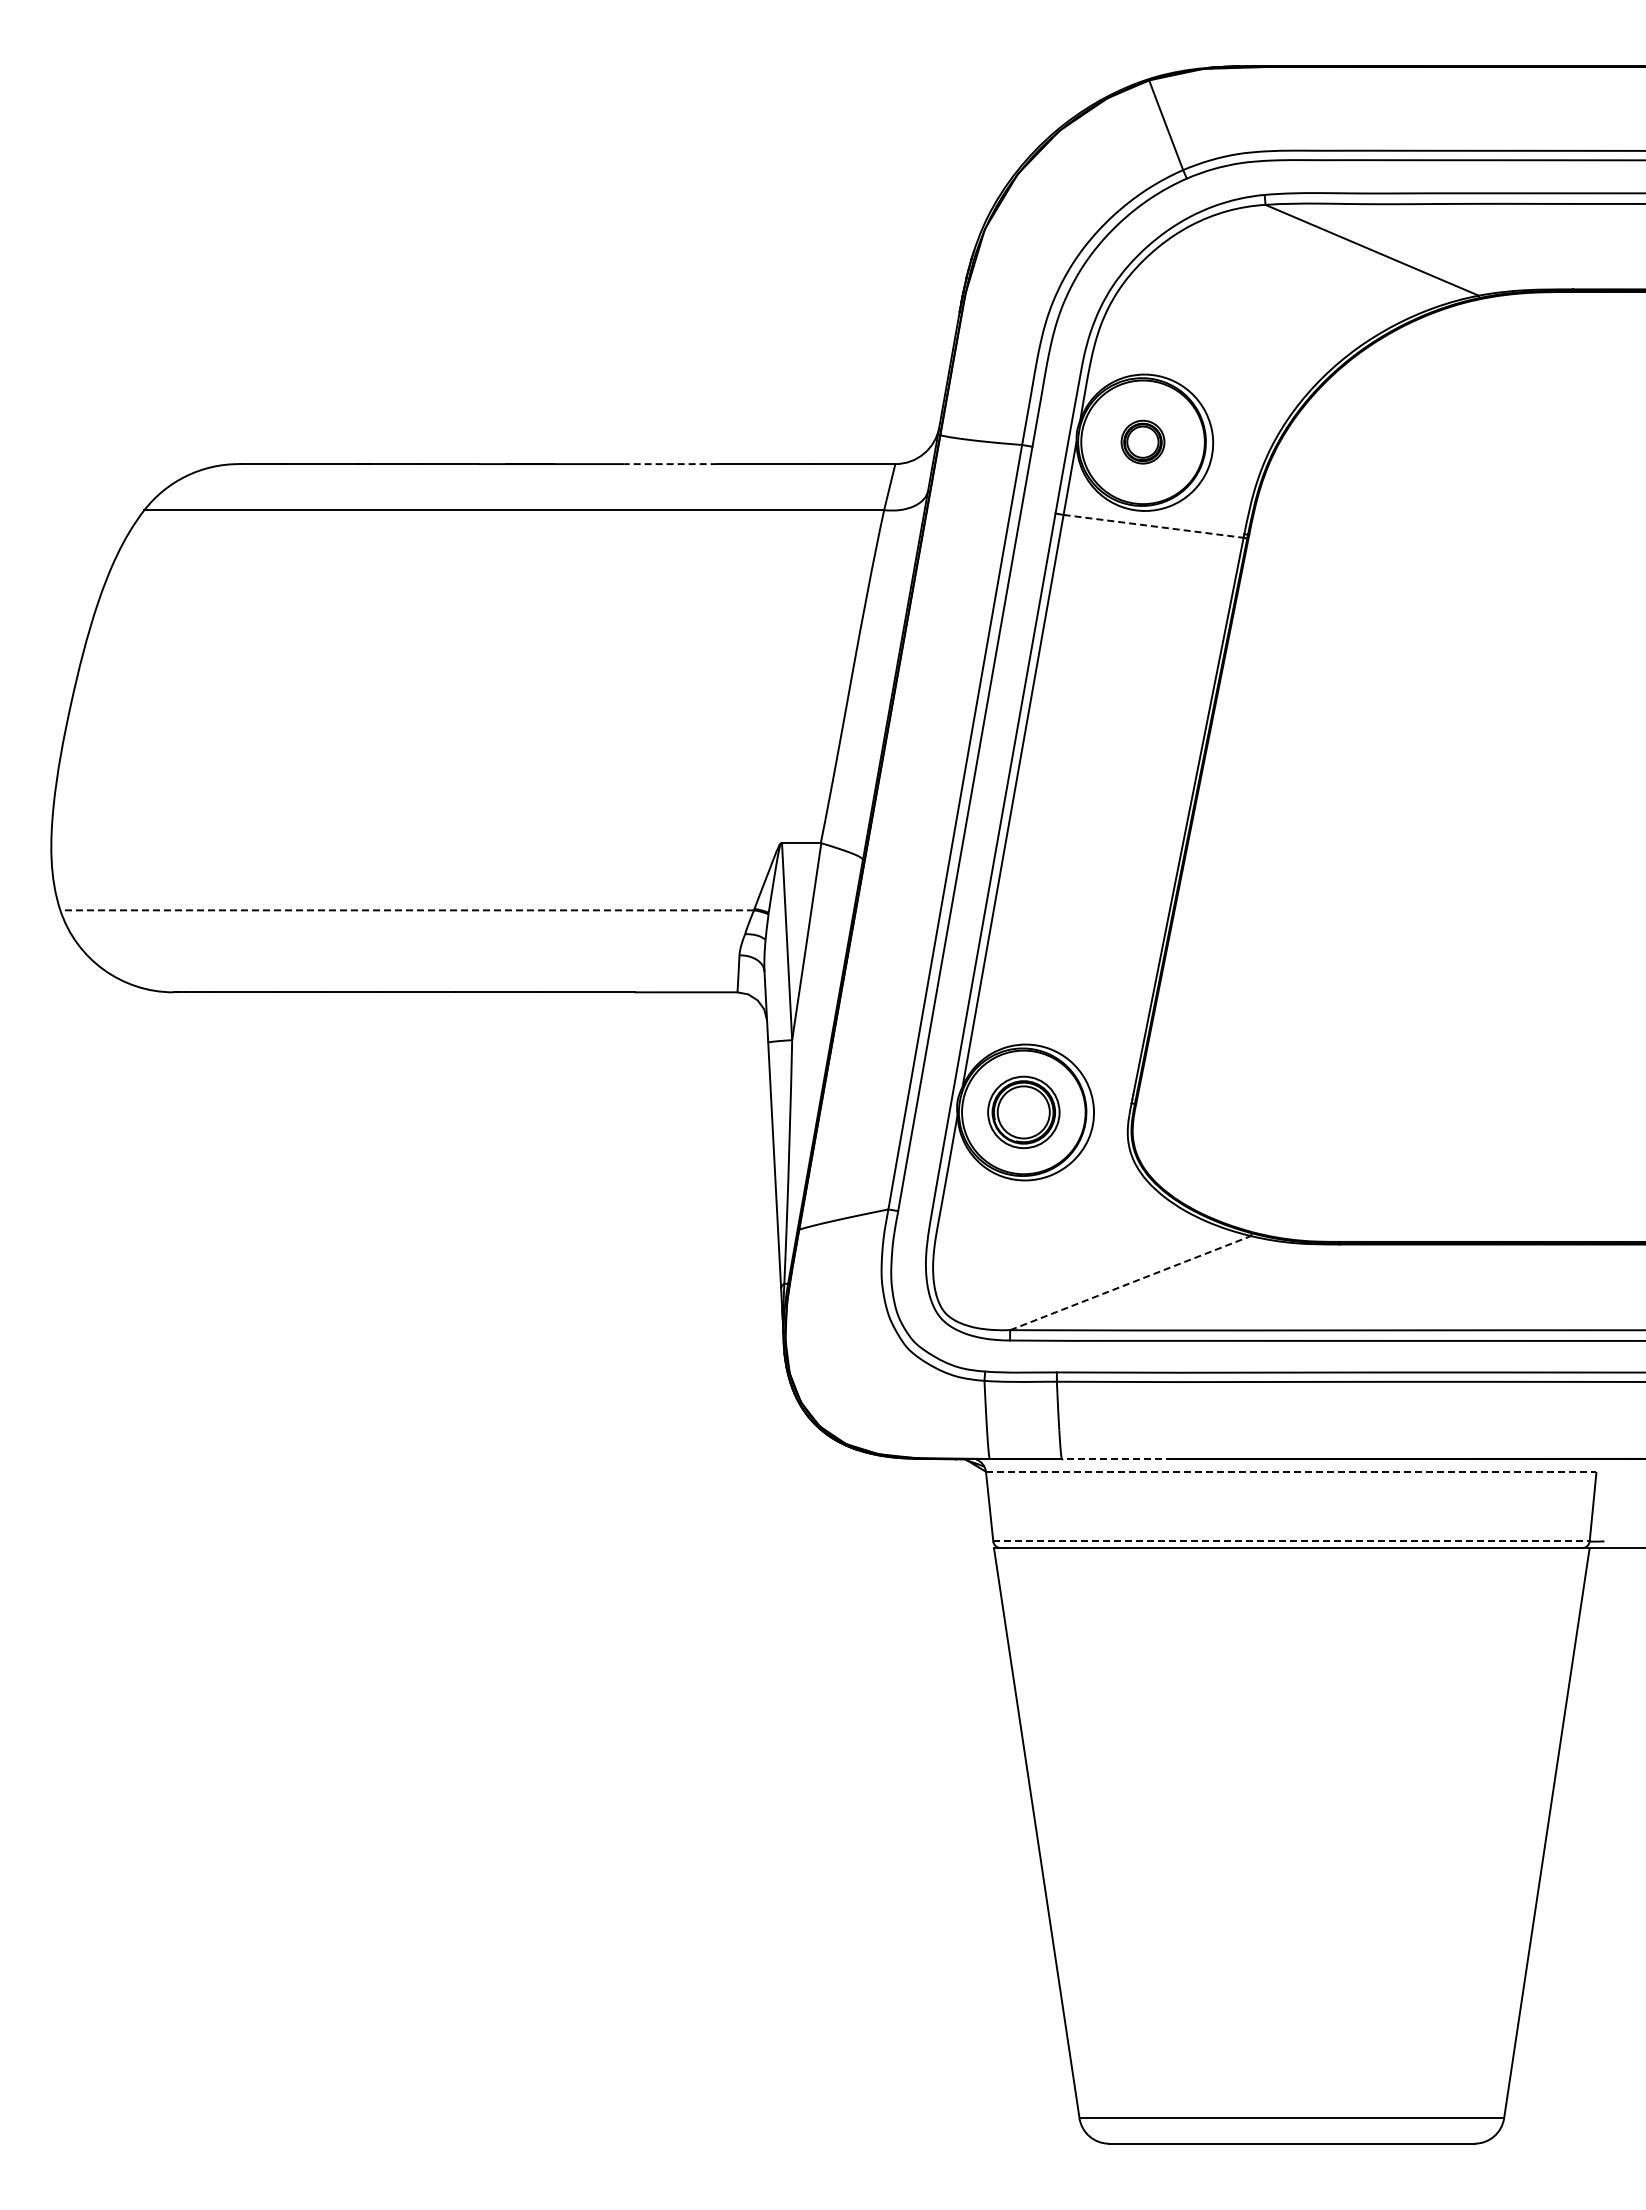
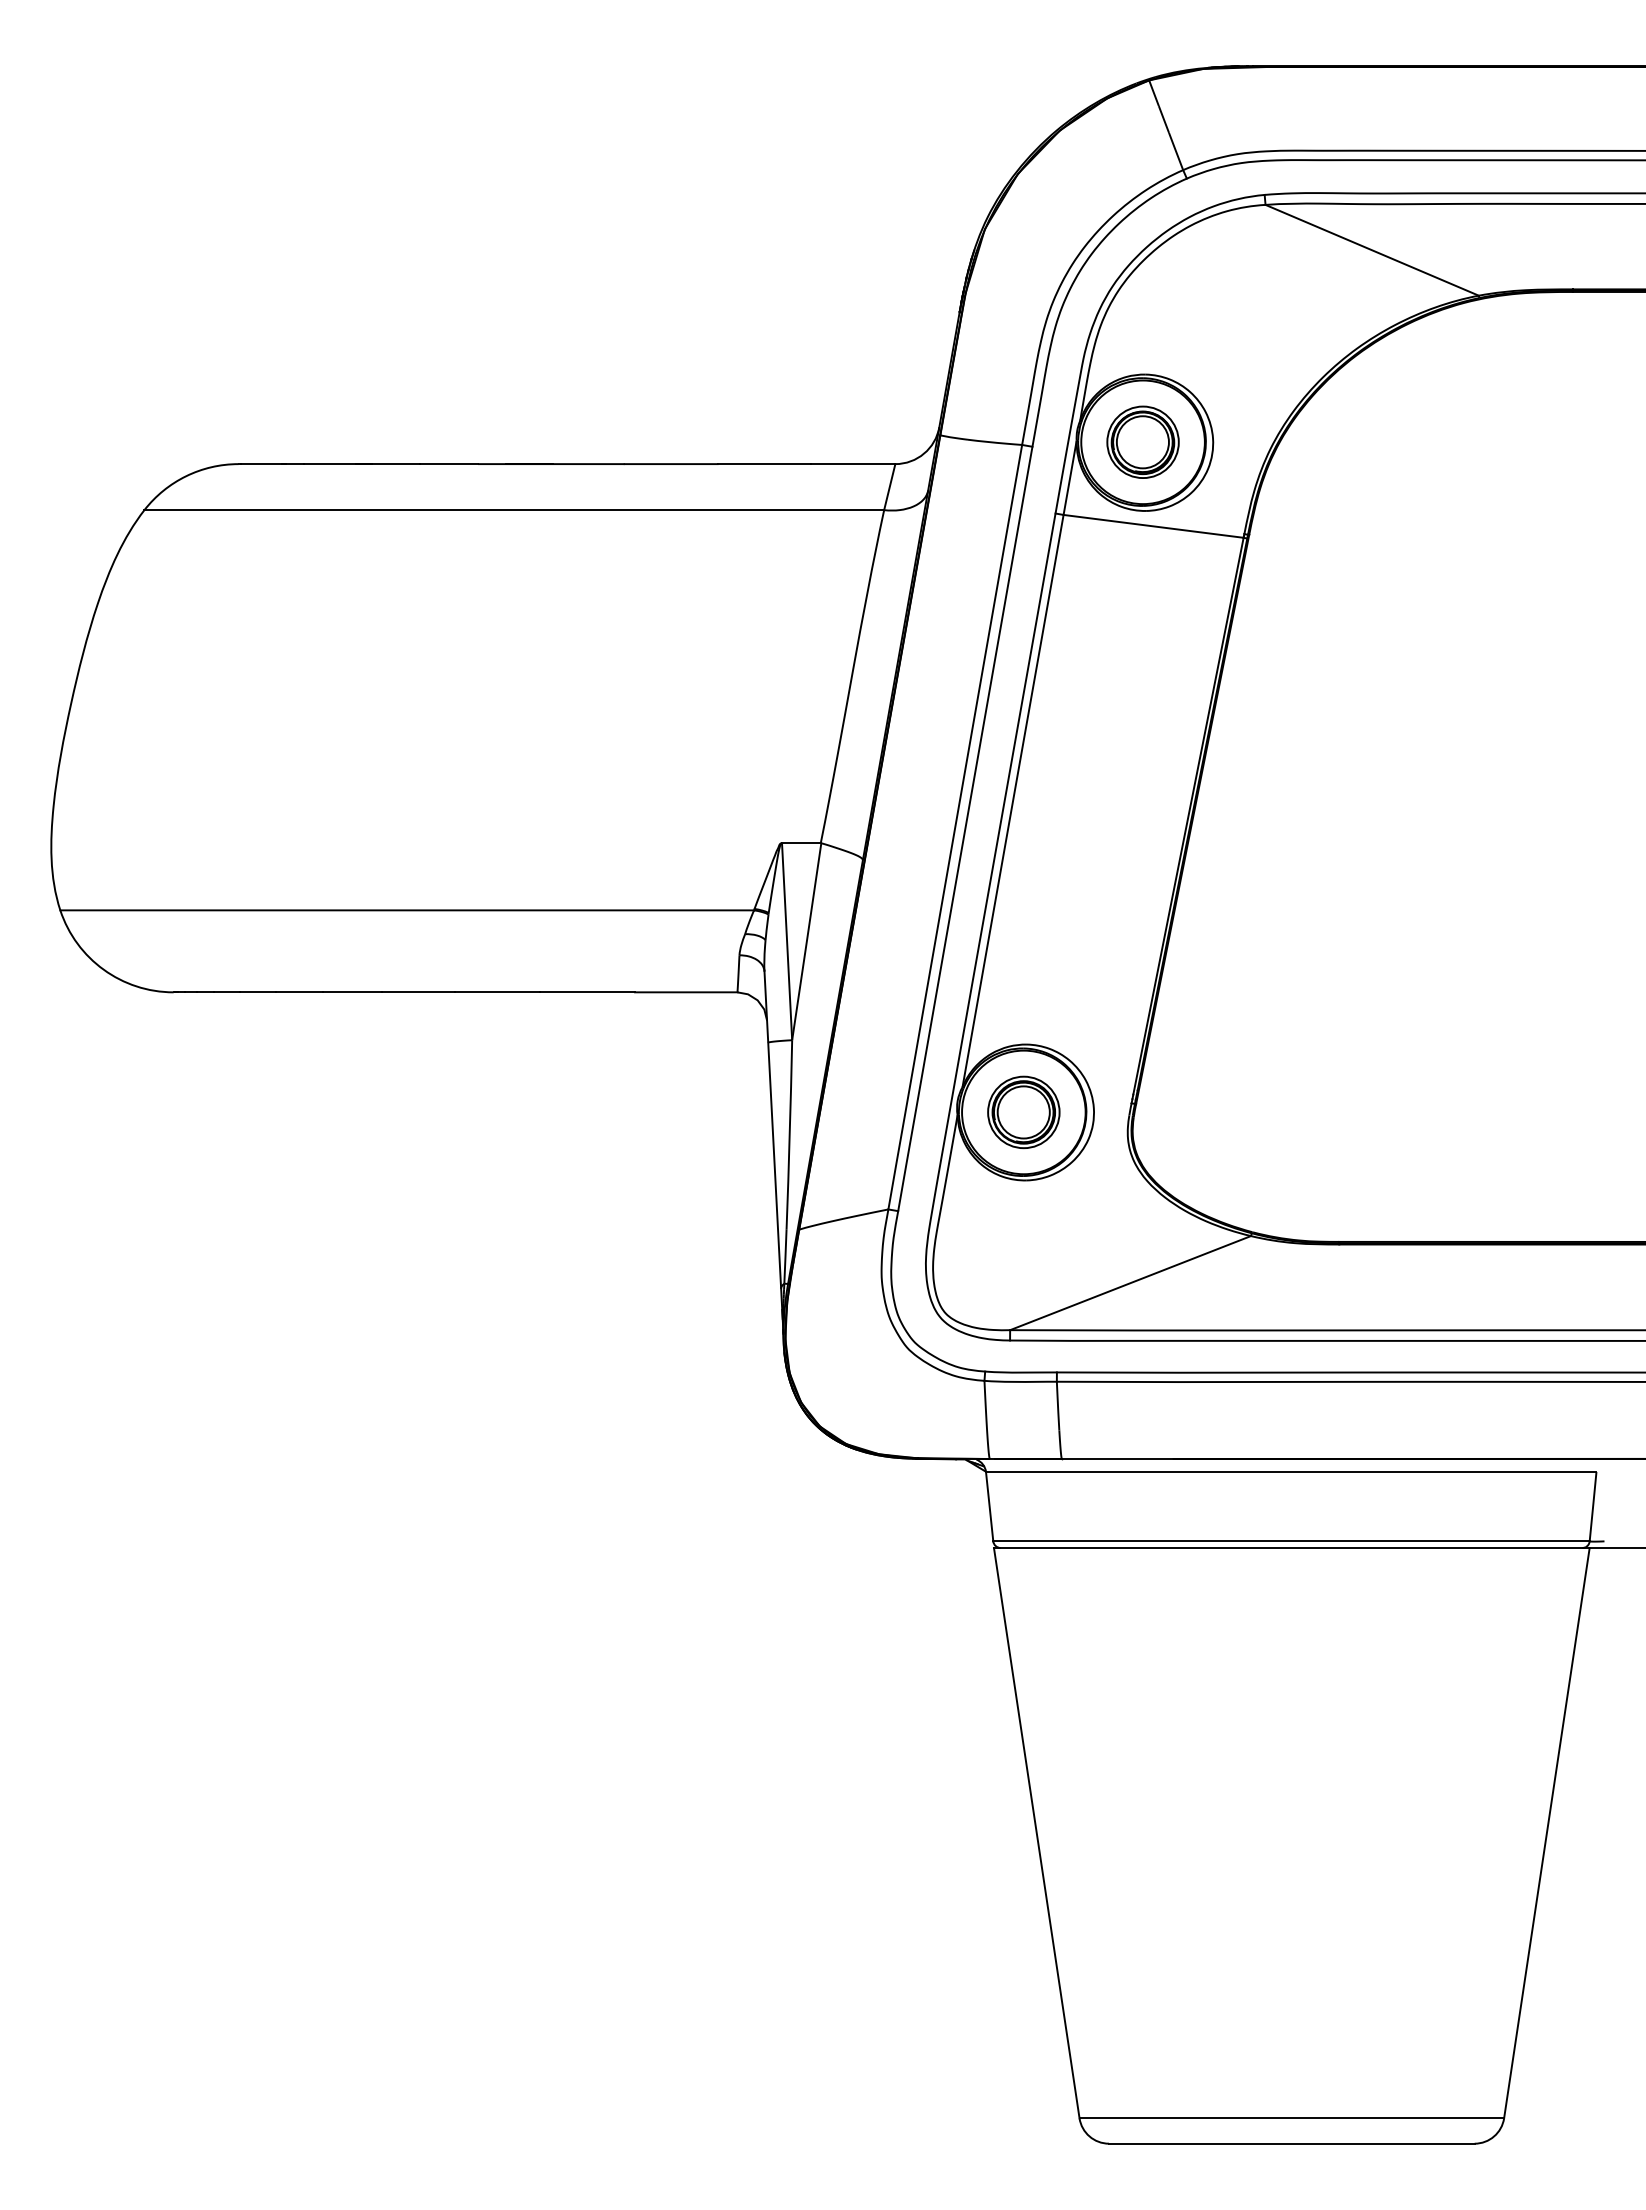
part at (1142, 441) size: 46x46 px -> 74x74 px
line at (670, 464): dashed -> solid
line at (1153, 526): dashed -> solid
line at (407, 910): dashed -> solid
line at (1131, 1282): dashed -> solid
line at (1116, 1459): dashed -> solid
line at (1291, 1472): dashed -> solid
line at (1291, 1541): dashed -> solid
